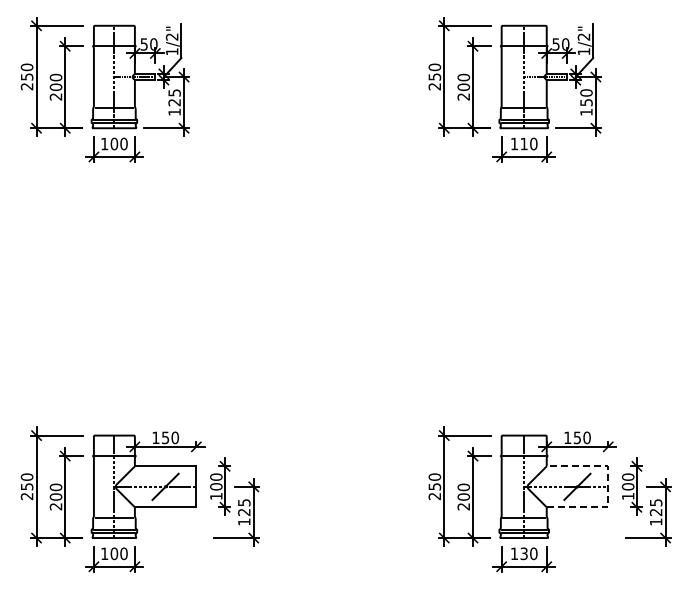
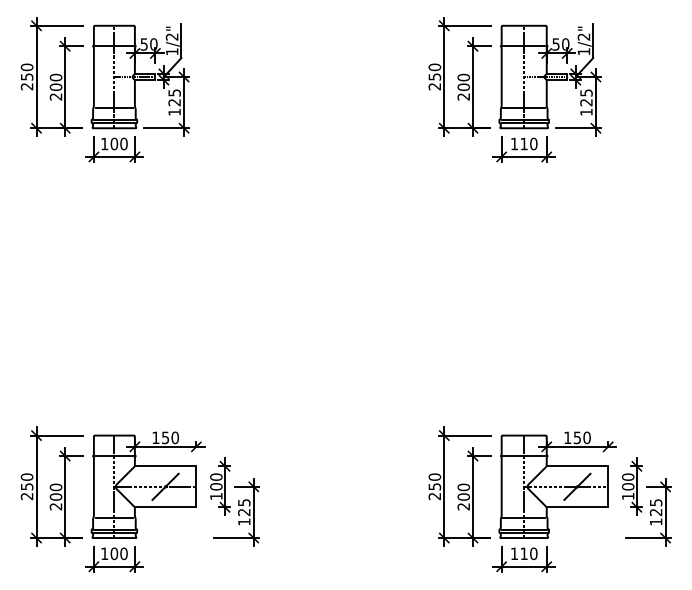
text at (586, 97): 150 -> 125
line at (608, 486): dashed -> solid
text at (523, 553): 130 -> 110
